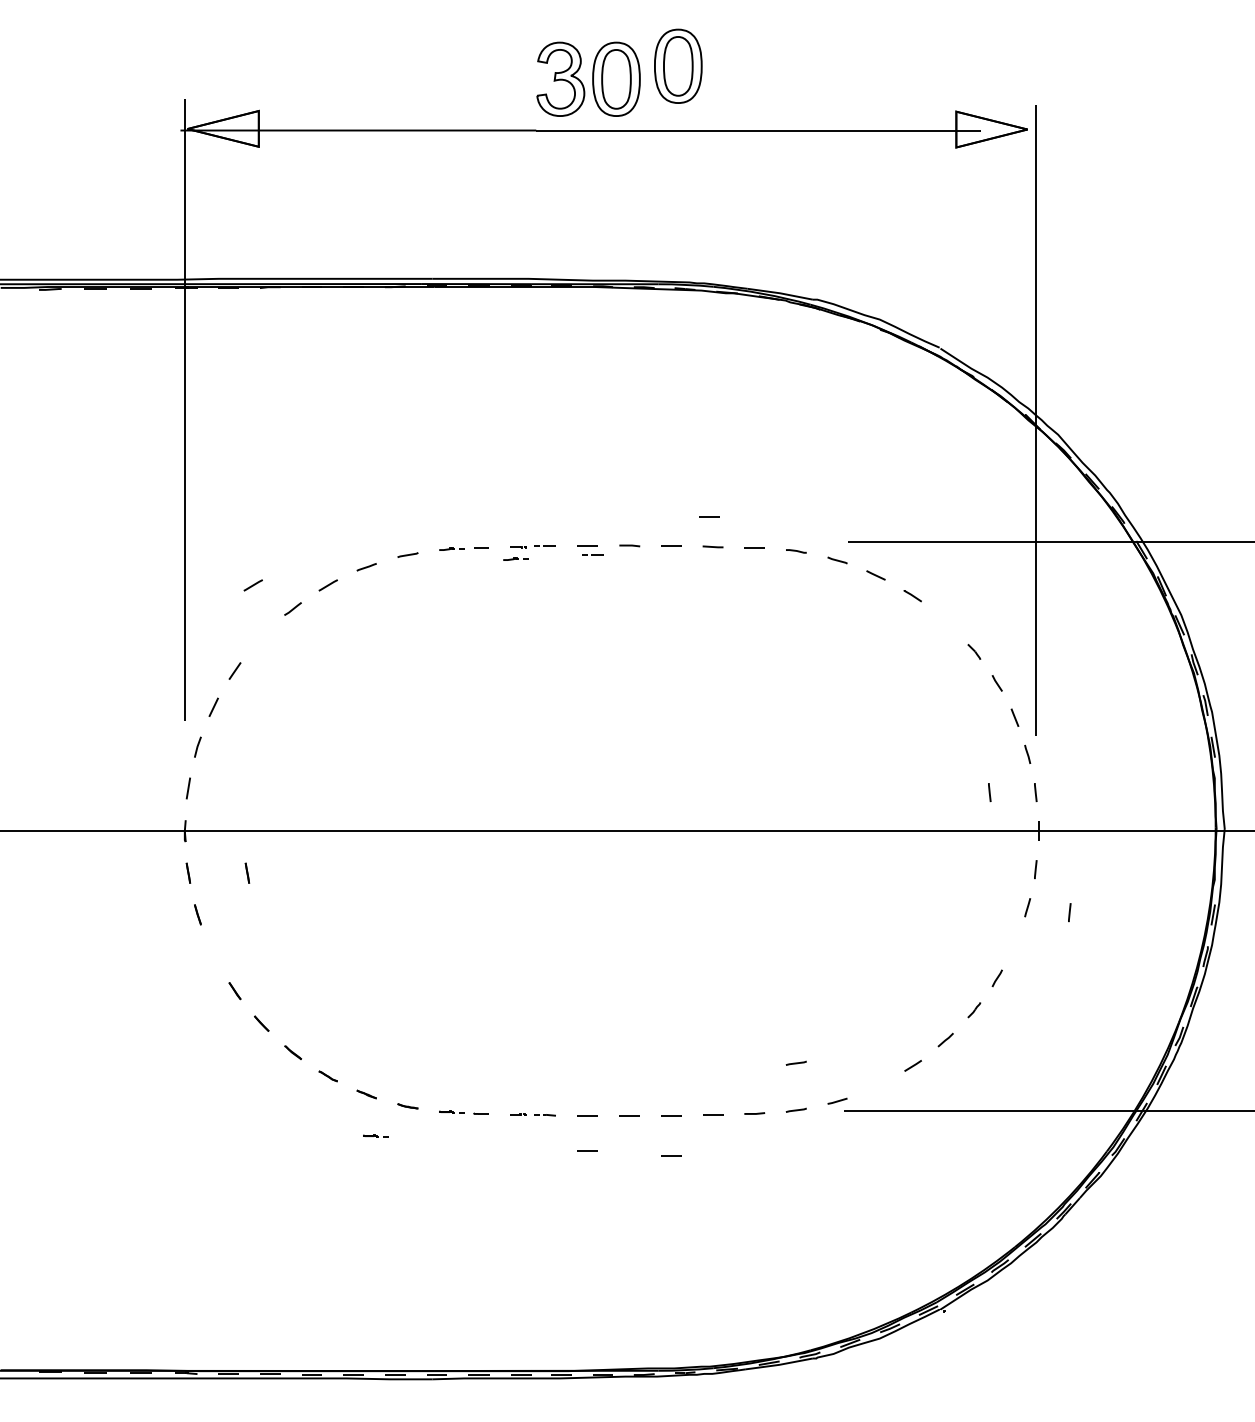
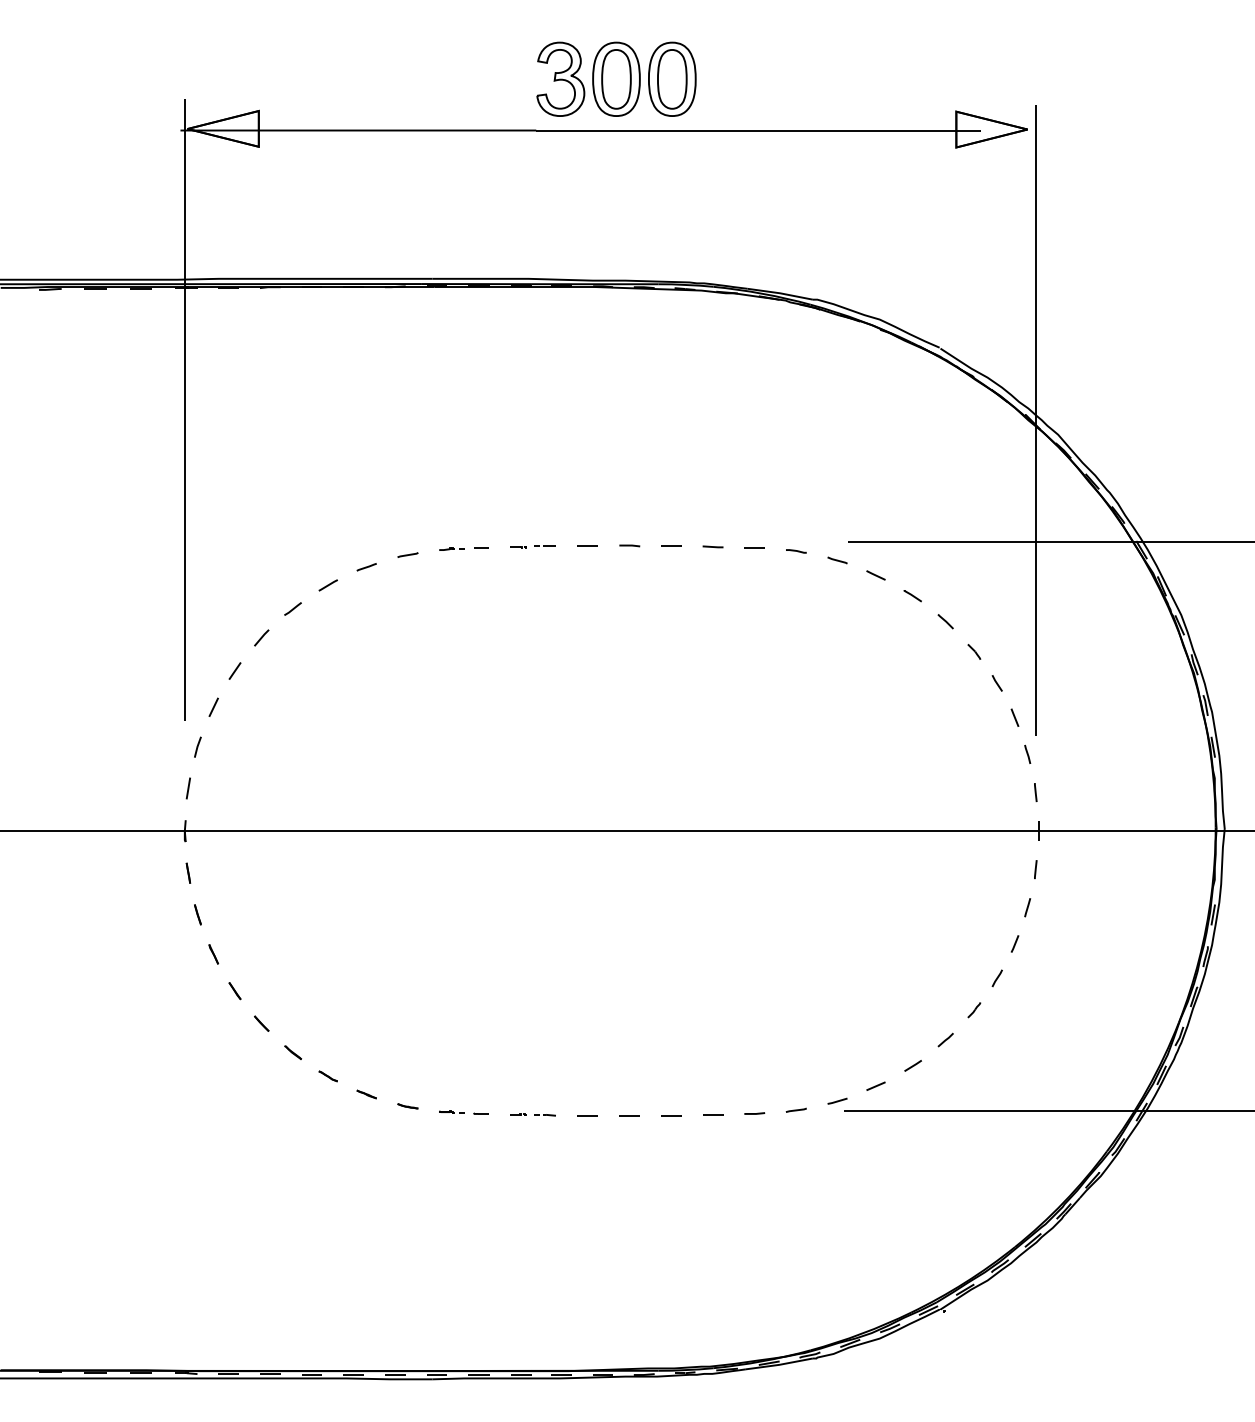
part at (678, 65) position: (678, 65) -> (672, 78)
line at (709, 516): present -> none
line at (592, 554): present -> none
part at (515, 558): present -> none
line at (252, 585): present -> none
line at (945, 621): none -> present
line at (261, 637): none -> present
line at (989, 792): present -> none
line at (247, 872): present -> none
line at (1069, 912): present -> none
line at (1014, 943): none -> present
line at (213, 954): none -> present
line at (795, 1062): present -> none
line at (875, 1085): none -> present
part at (375, 1135): present -> none
line at (587, 1150): present -> none
line at (671, 1155): present -> none
